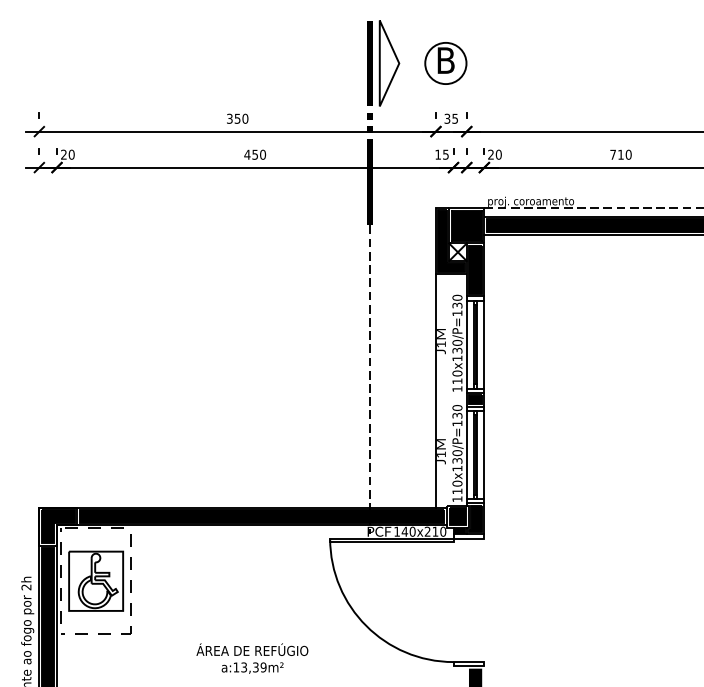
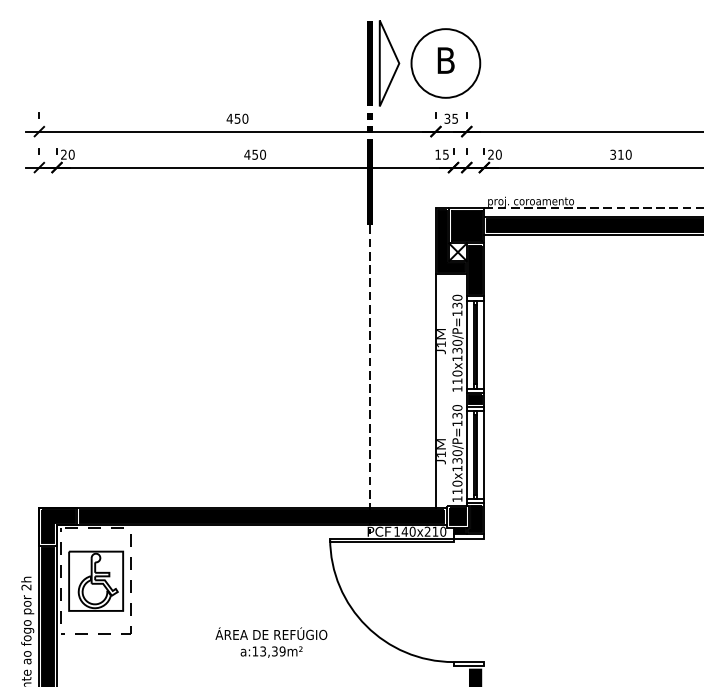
circle at (445, 63) diameter: 41 px -> 69 px
text at (229, 118): 350 -> 450
text at (612, 154): 710 -> 310
text at (252, 658) position: (252, 658) -> (271, 642)
